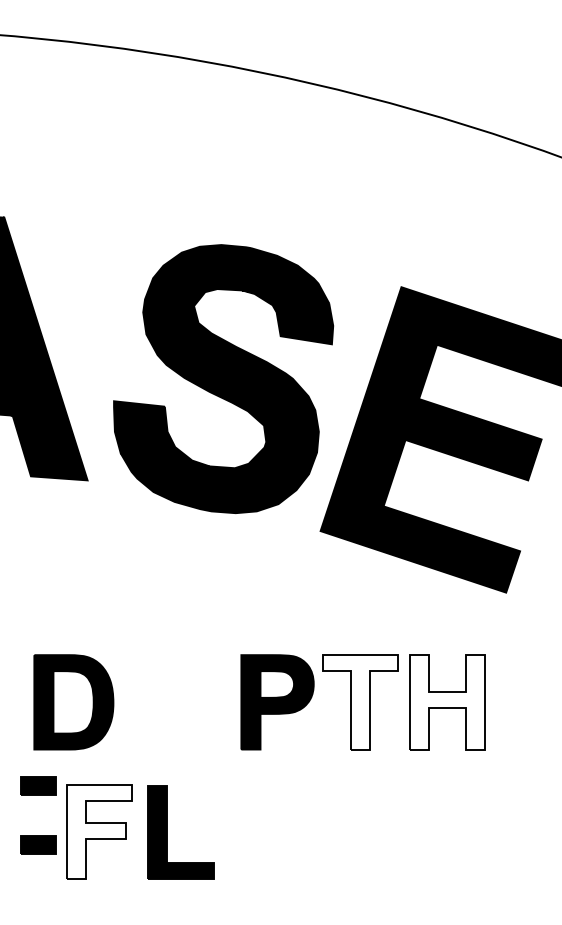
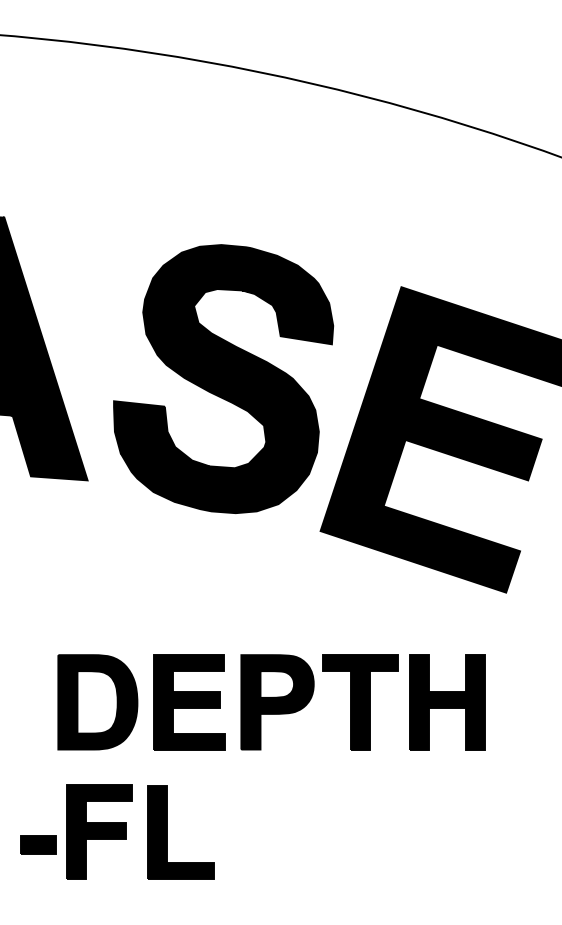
part at (73, 702) position: (73, 702) -> (97, 702)
part at (189, 702): none -> present
fill at (359, 702): none -> present
fill at (447, 702): none -> present
part at (38, 785): present -> none
fill at (99, 831): none -> present
